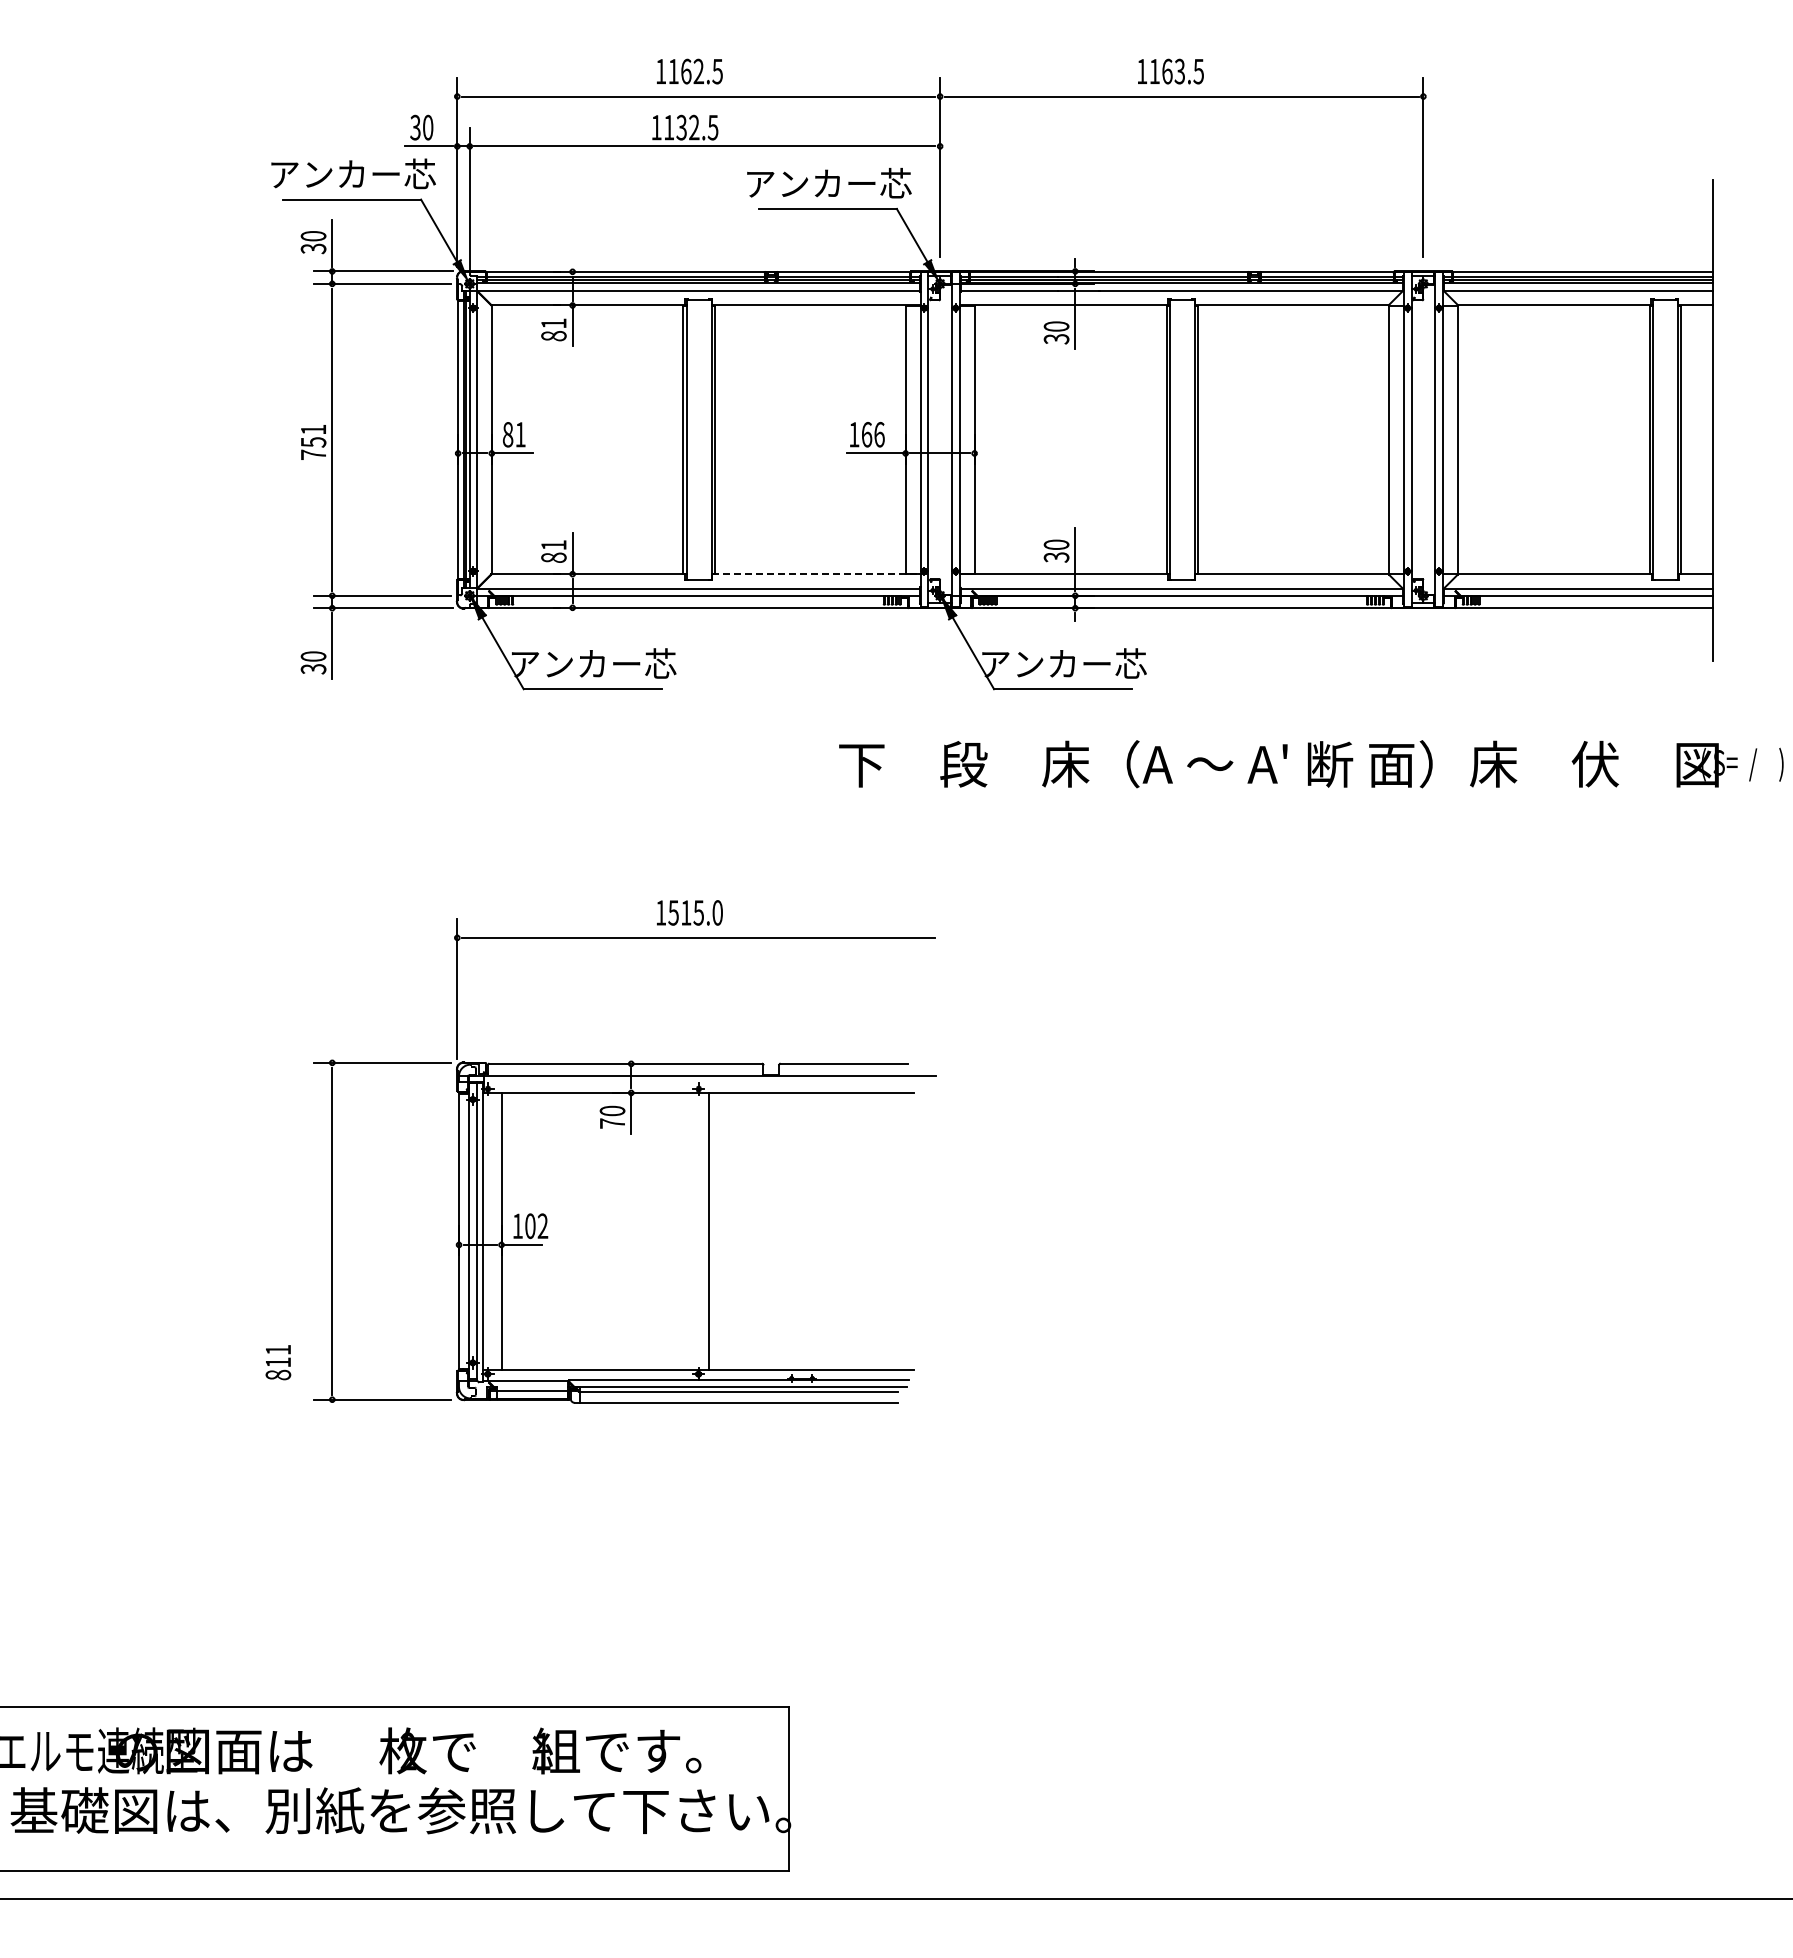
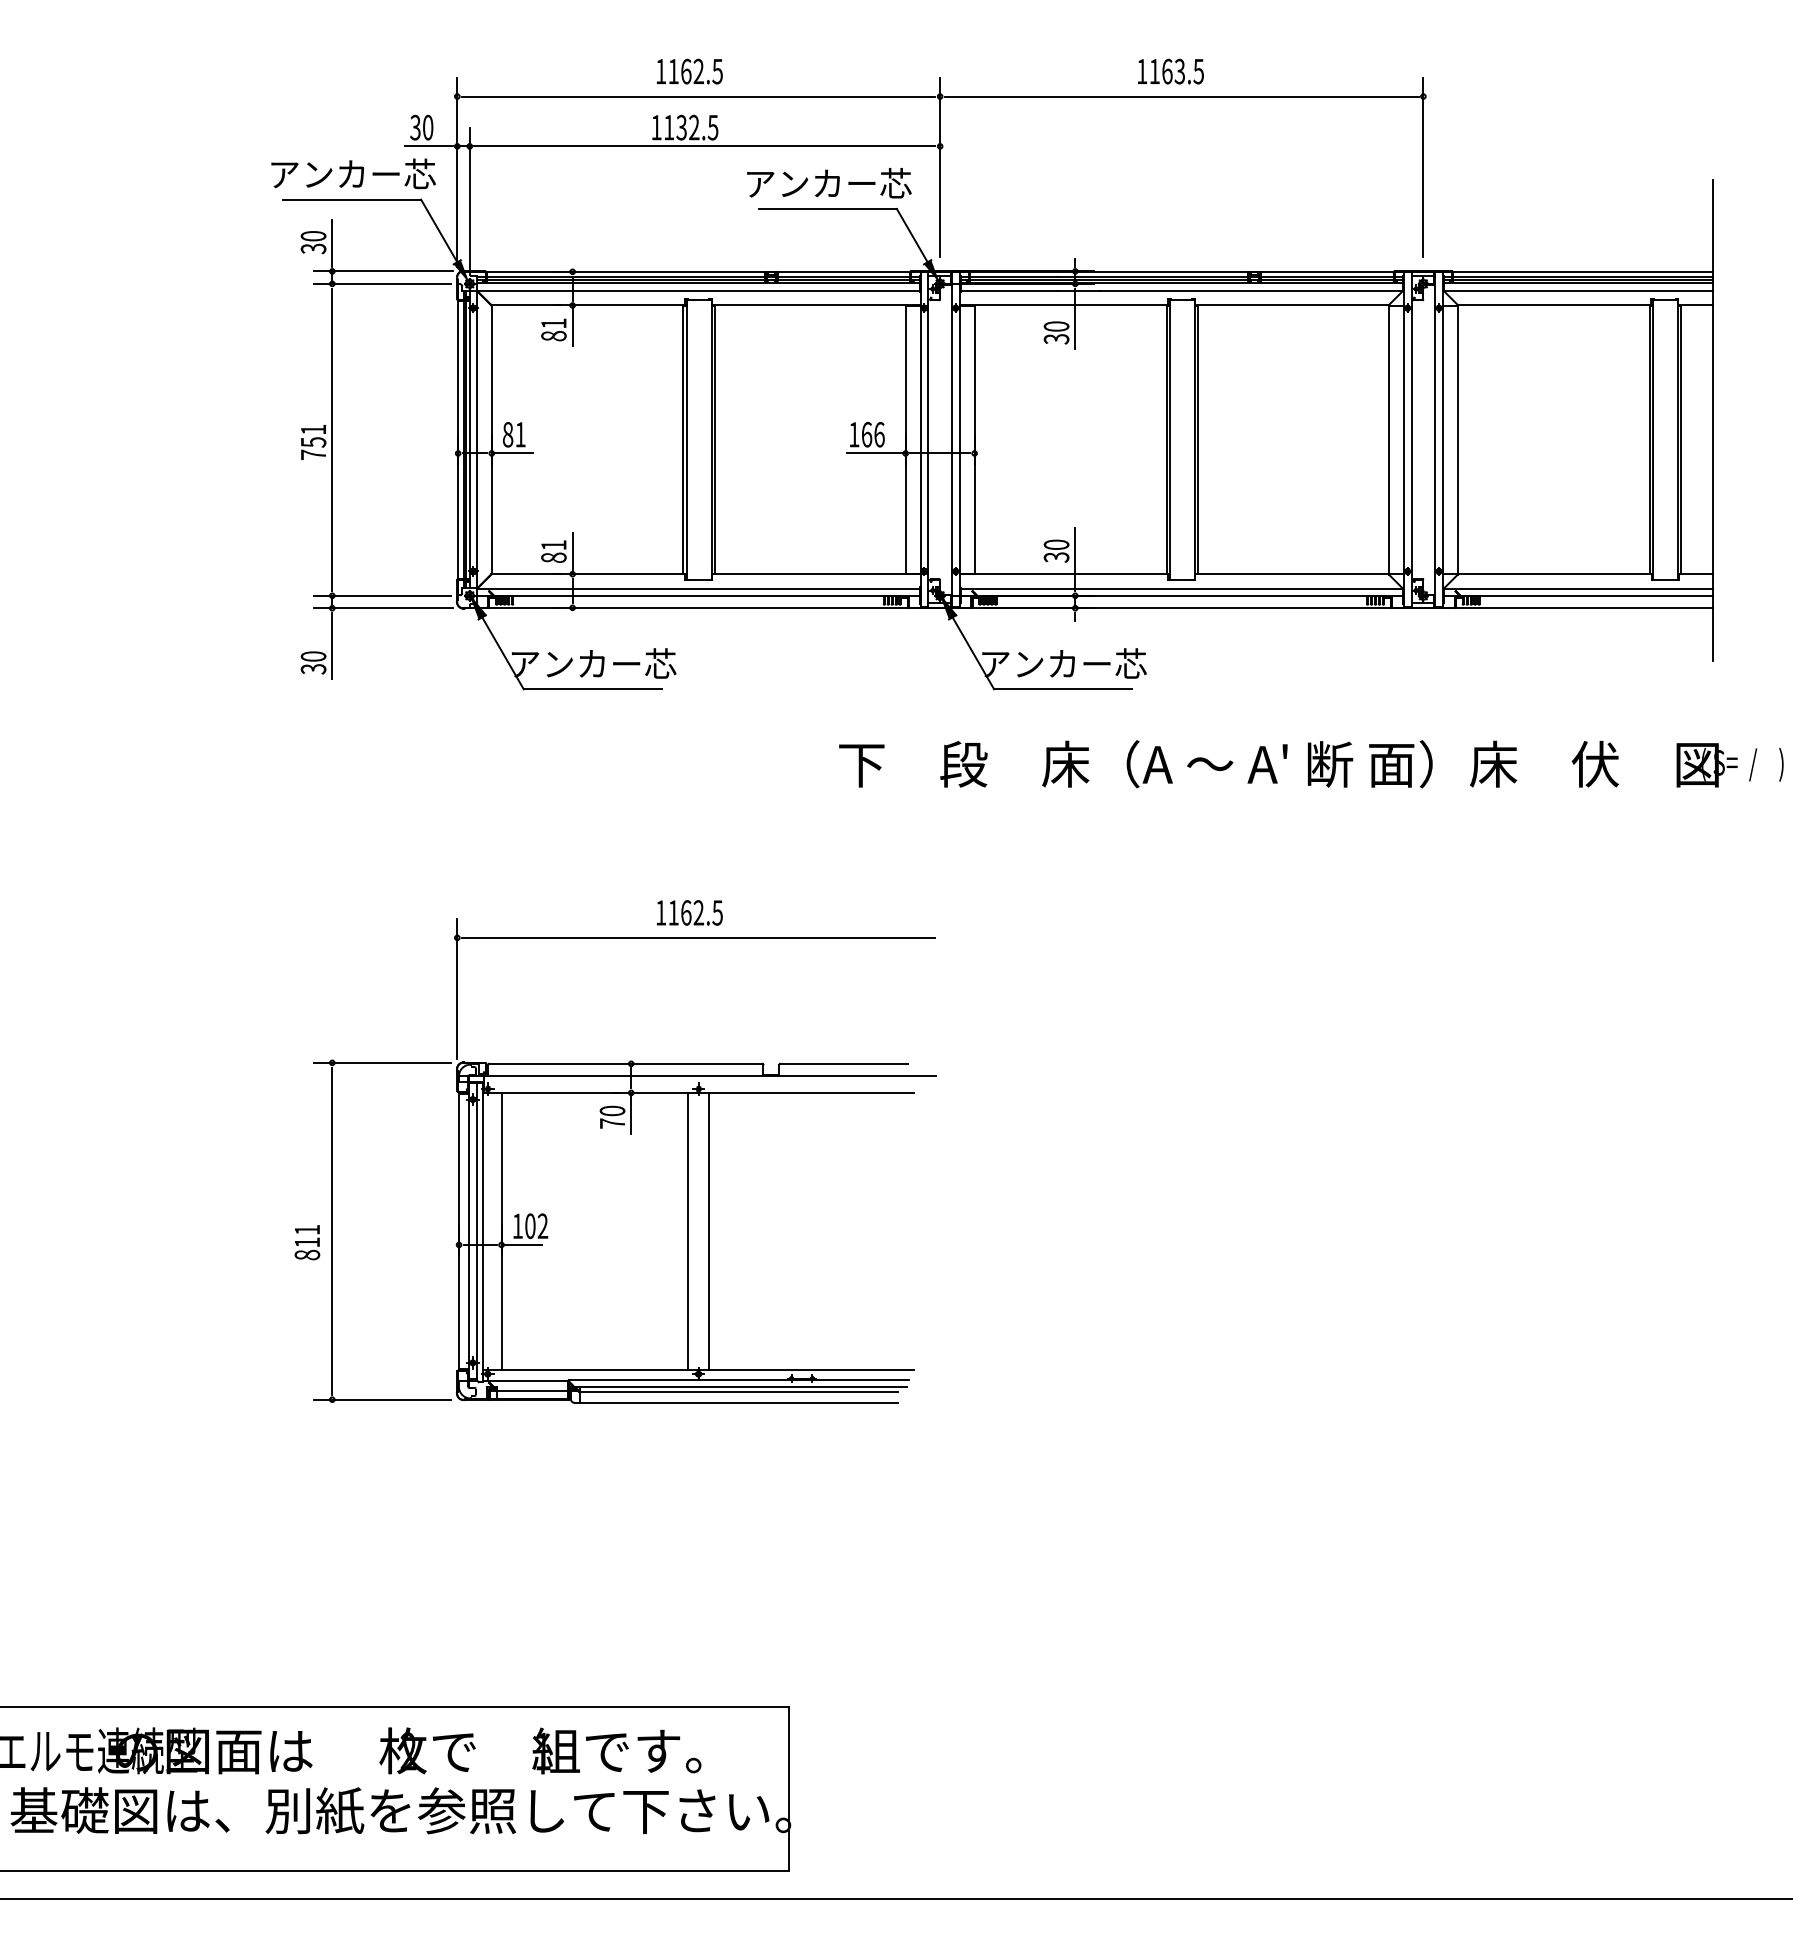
line at (816, 574): dashed -> solid
text at (695, 912): 1515.0 -> 1162.5
line at (688, 1231): none -> present
text at (278, 1362) position: (278, 1362) -> (307, 1242)
